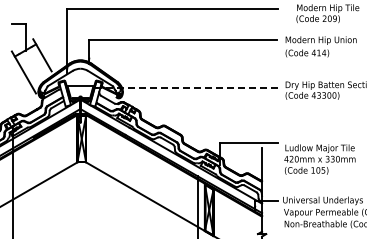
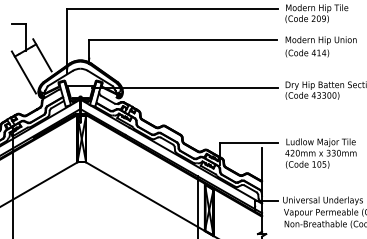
text at (327, 13) position: (327, 13) -> (316, 13)
line at (185, 87): dashed -> solid
text at (319, 159) position: (319, 159) -> (320, 153)
